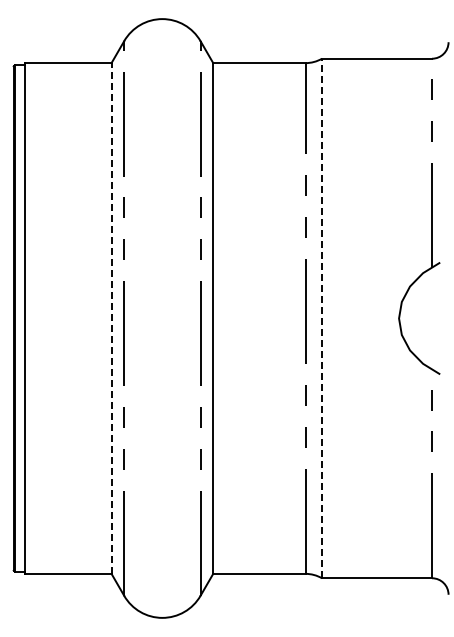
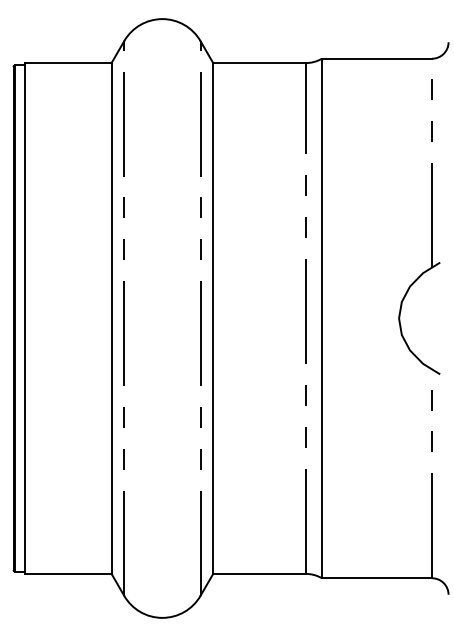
line at (111, 318): dashed -> solid
line at (321, 318): dashed -> solid
